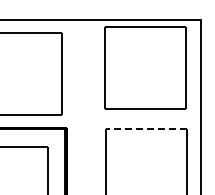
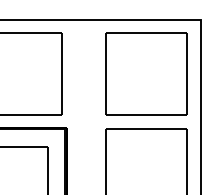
part at (145, 67) position: (145, 67) -> (146, 73)
line at (146, 129): dashed -> solid
